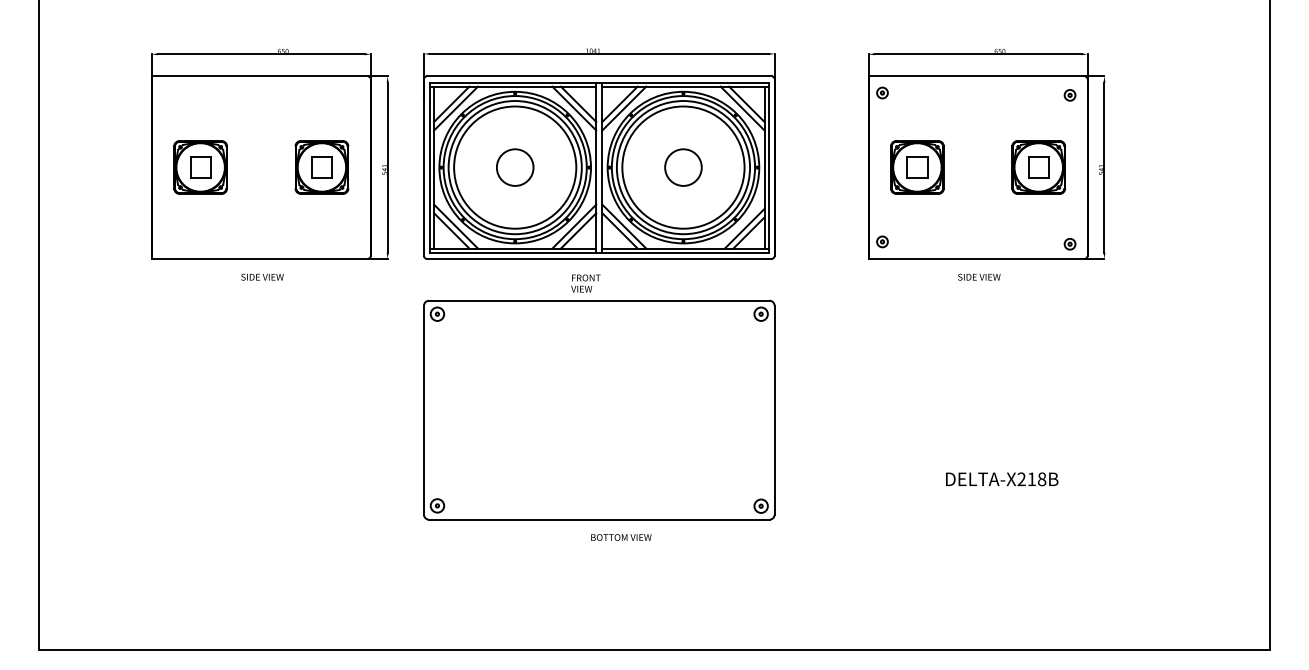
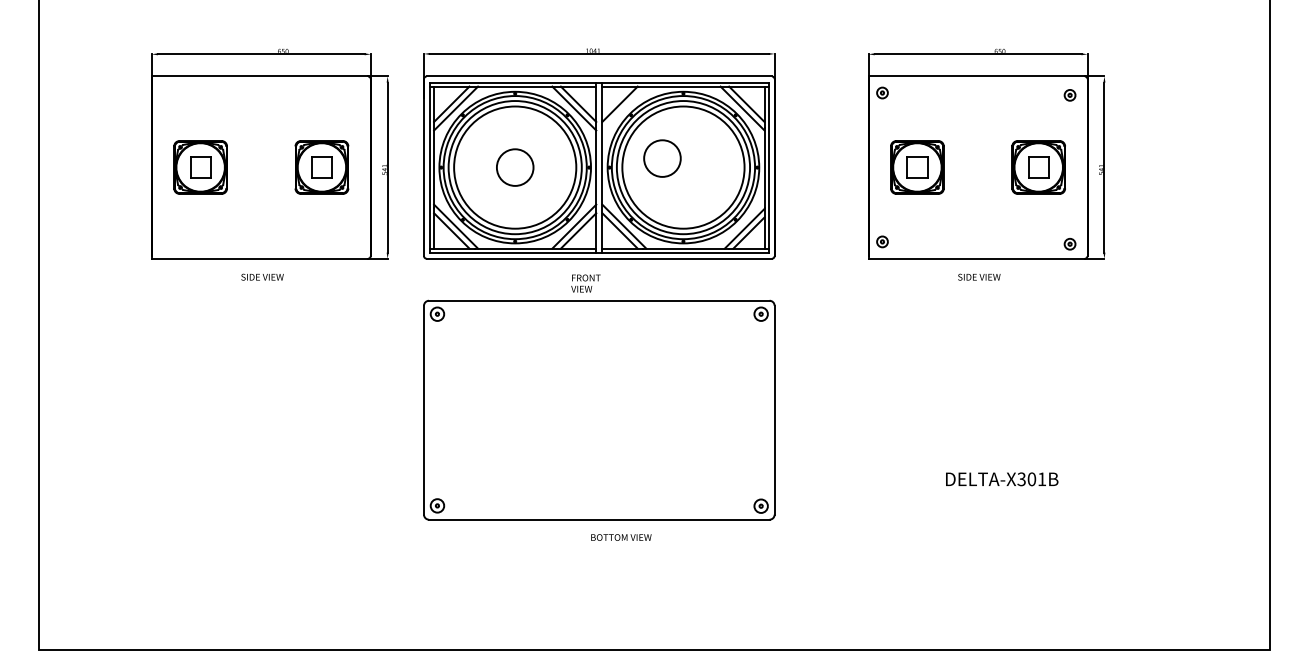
line at (624, 108): present -> none
circle at (683, 167) position: (683, 167) -> (662, 158)
text at (1031, 479): DELTA-X218B -> DELTA-X301B
